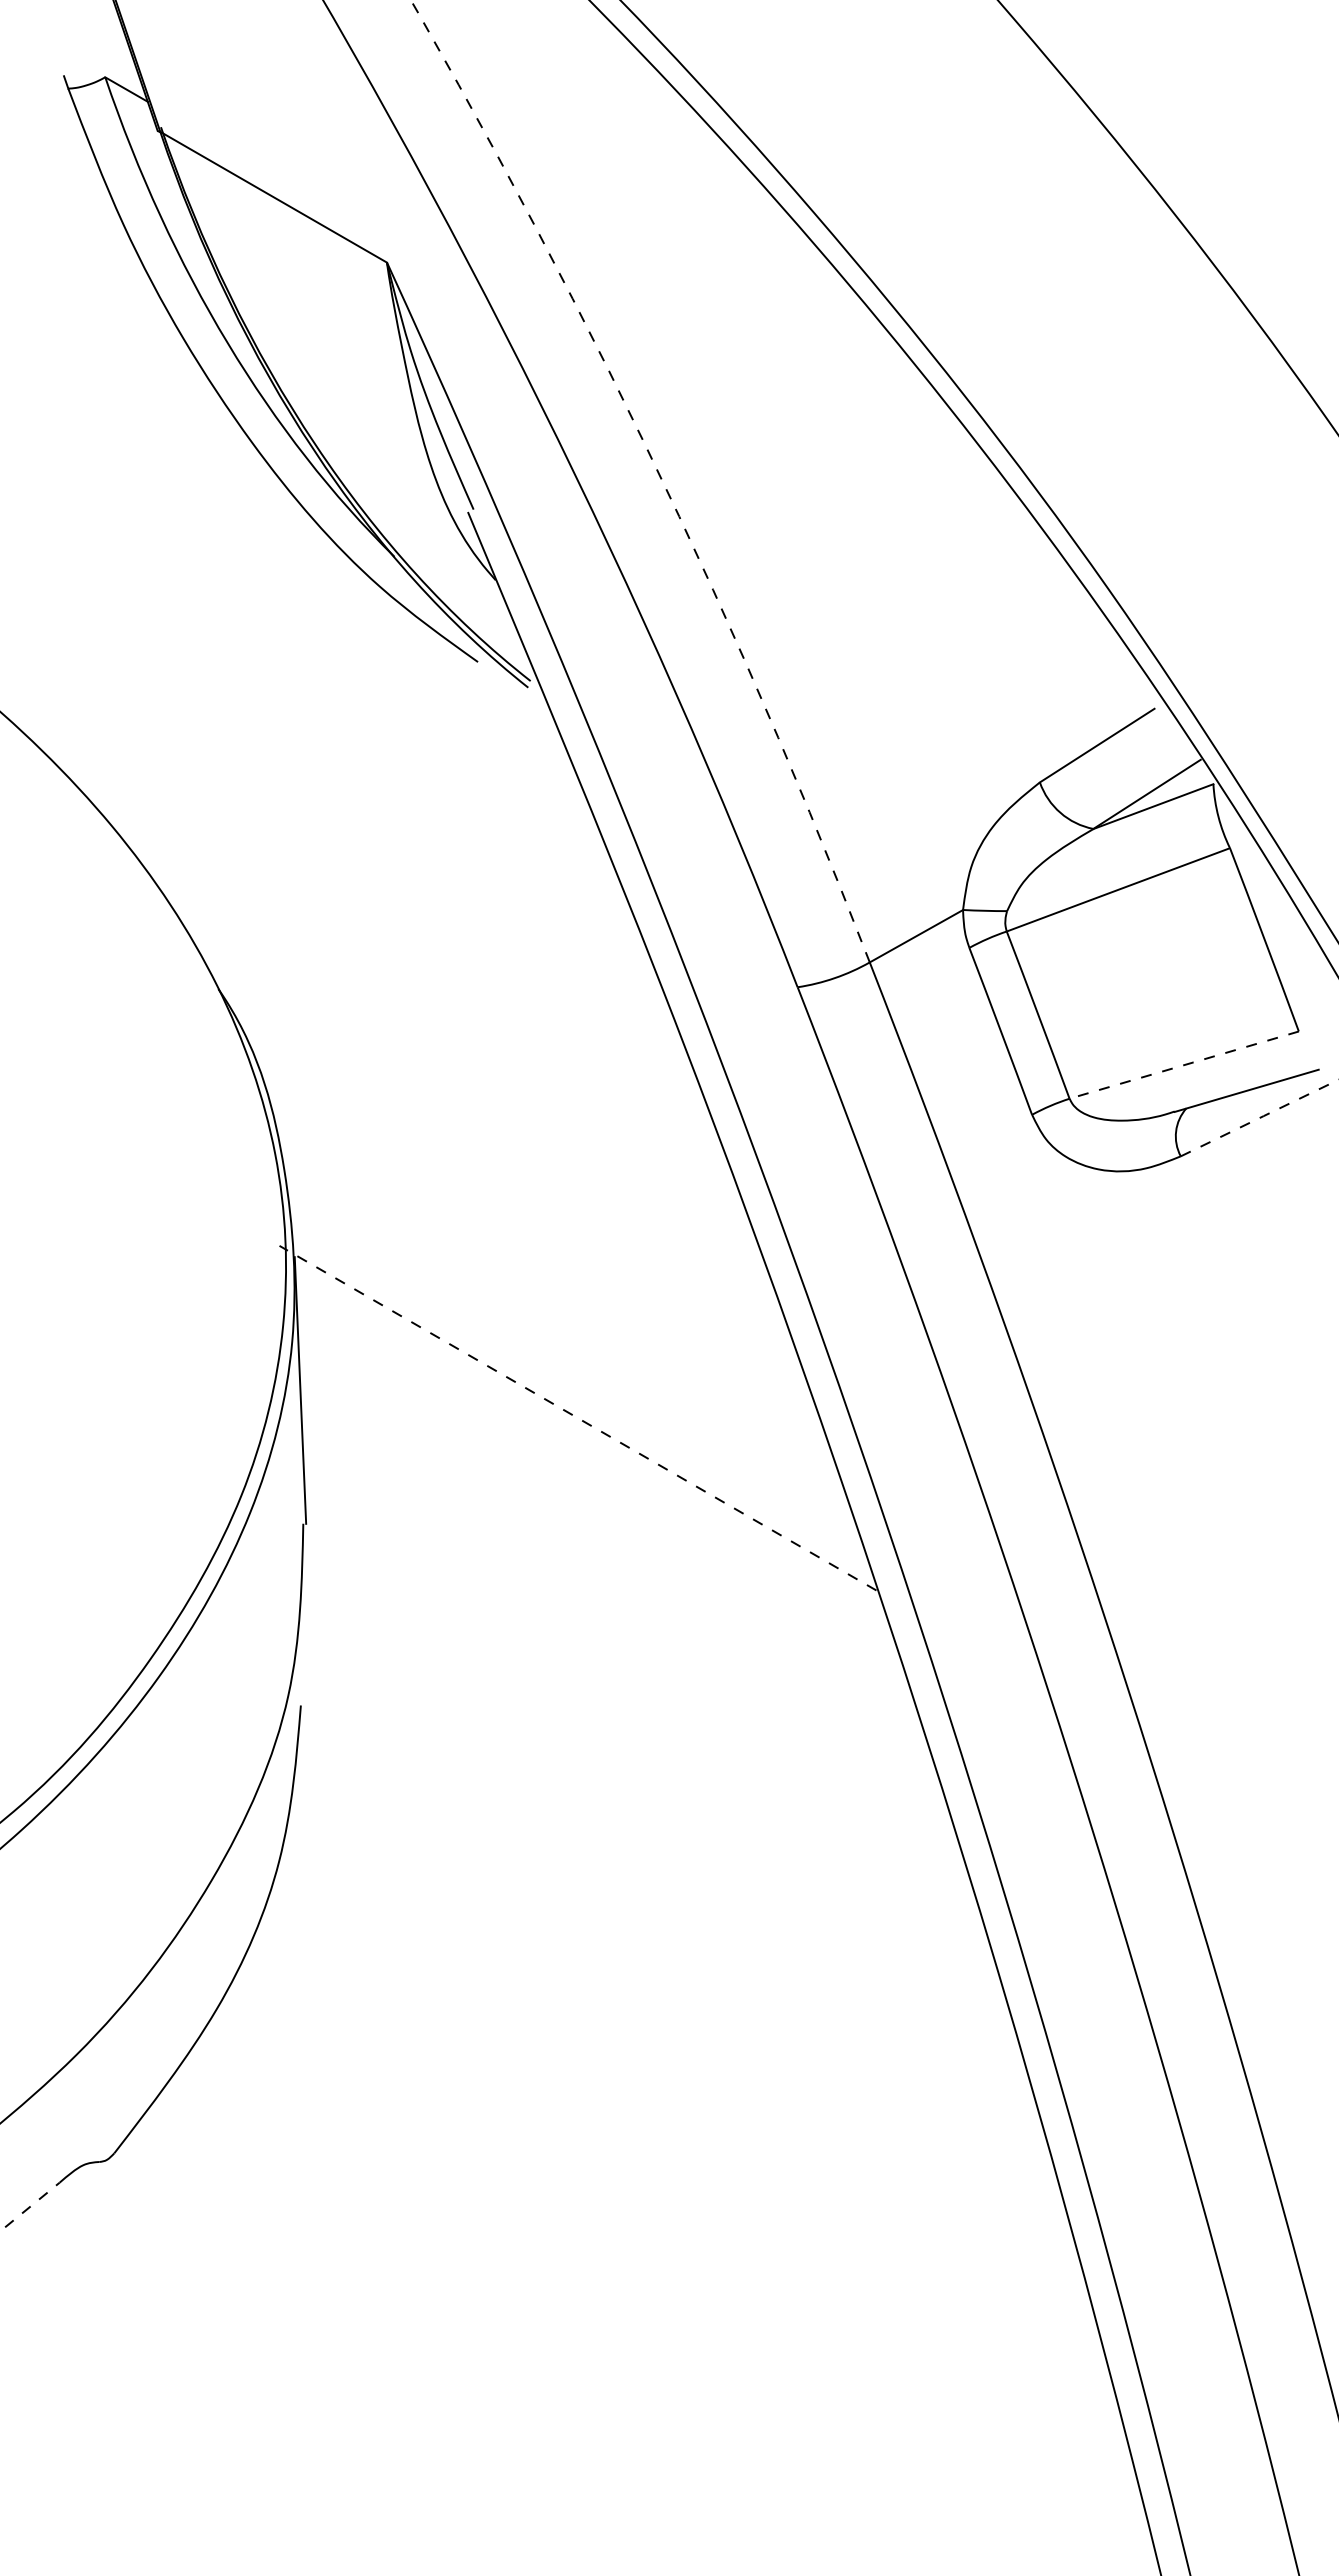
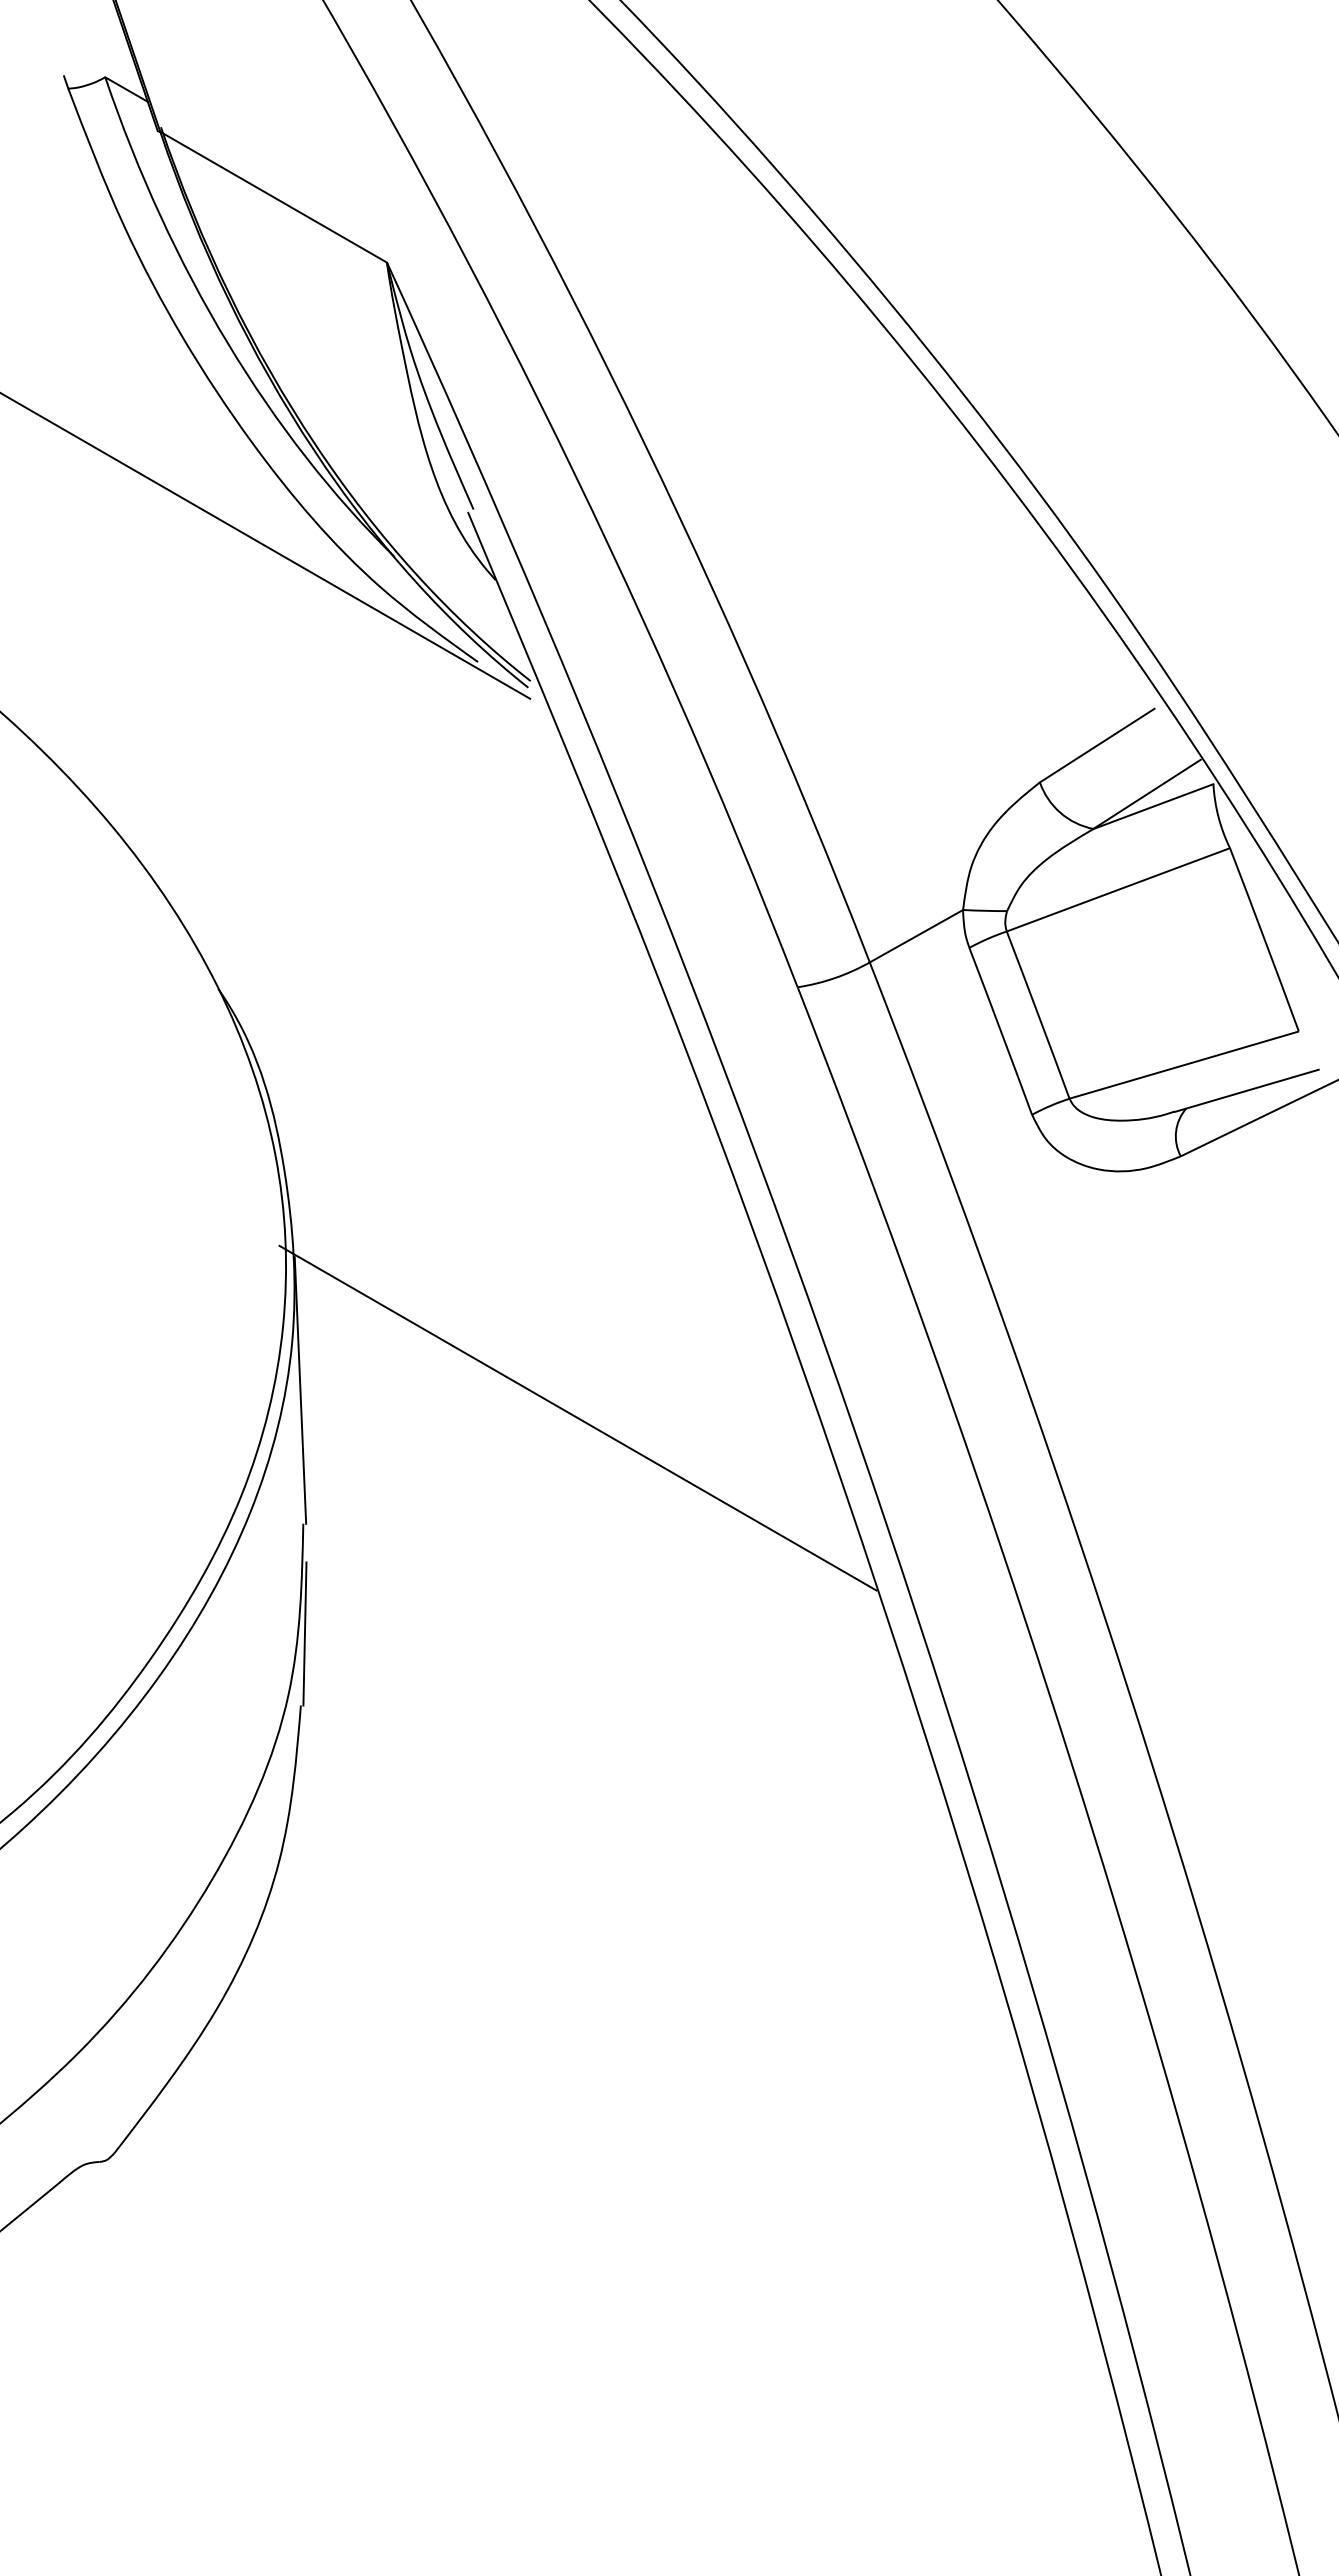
arc at (658, 472): dashed -> solid
line at (266, 546): none -> present
line at (1184, 1065): dashed -> solid
line at (1260, 1117): dashed -> solid
line at (578, 1418): dashed -> solid
line at (304, 1633): none -> present
line at (30, 2206): dashed -> solid
